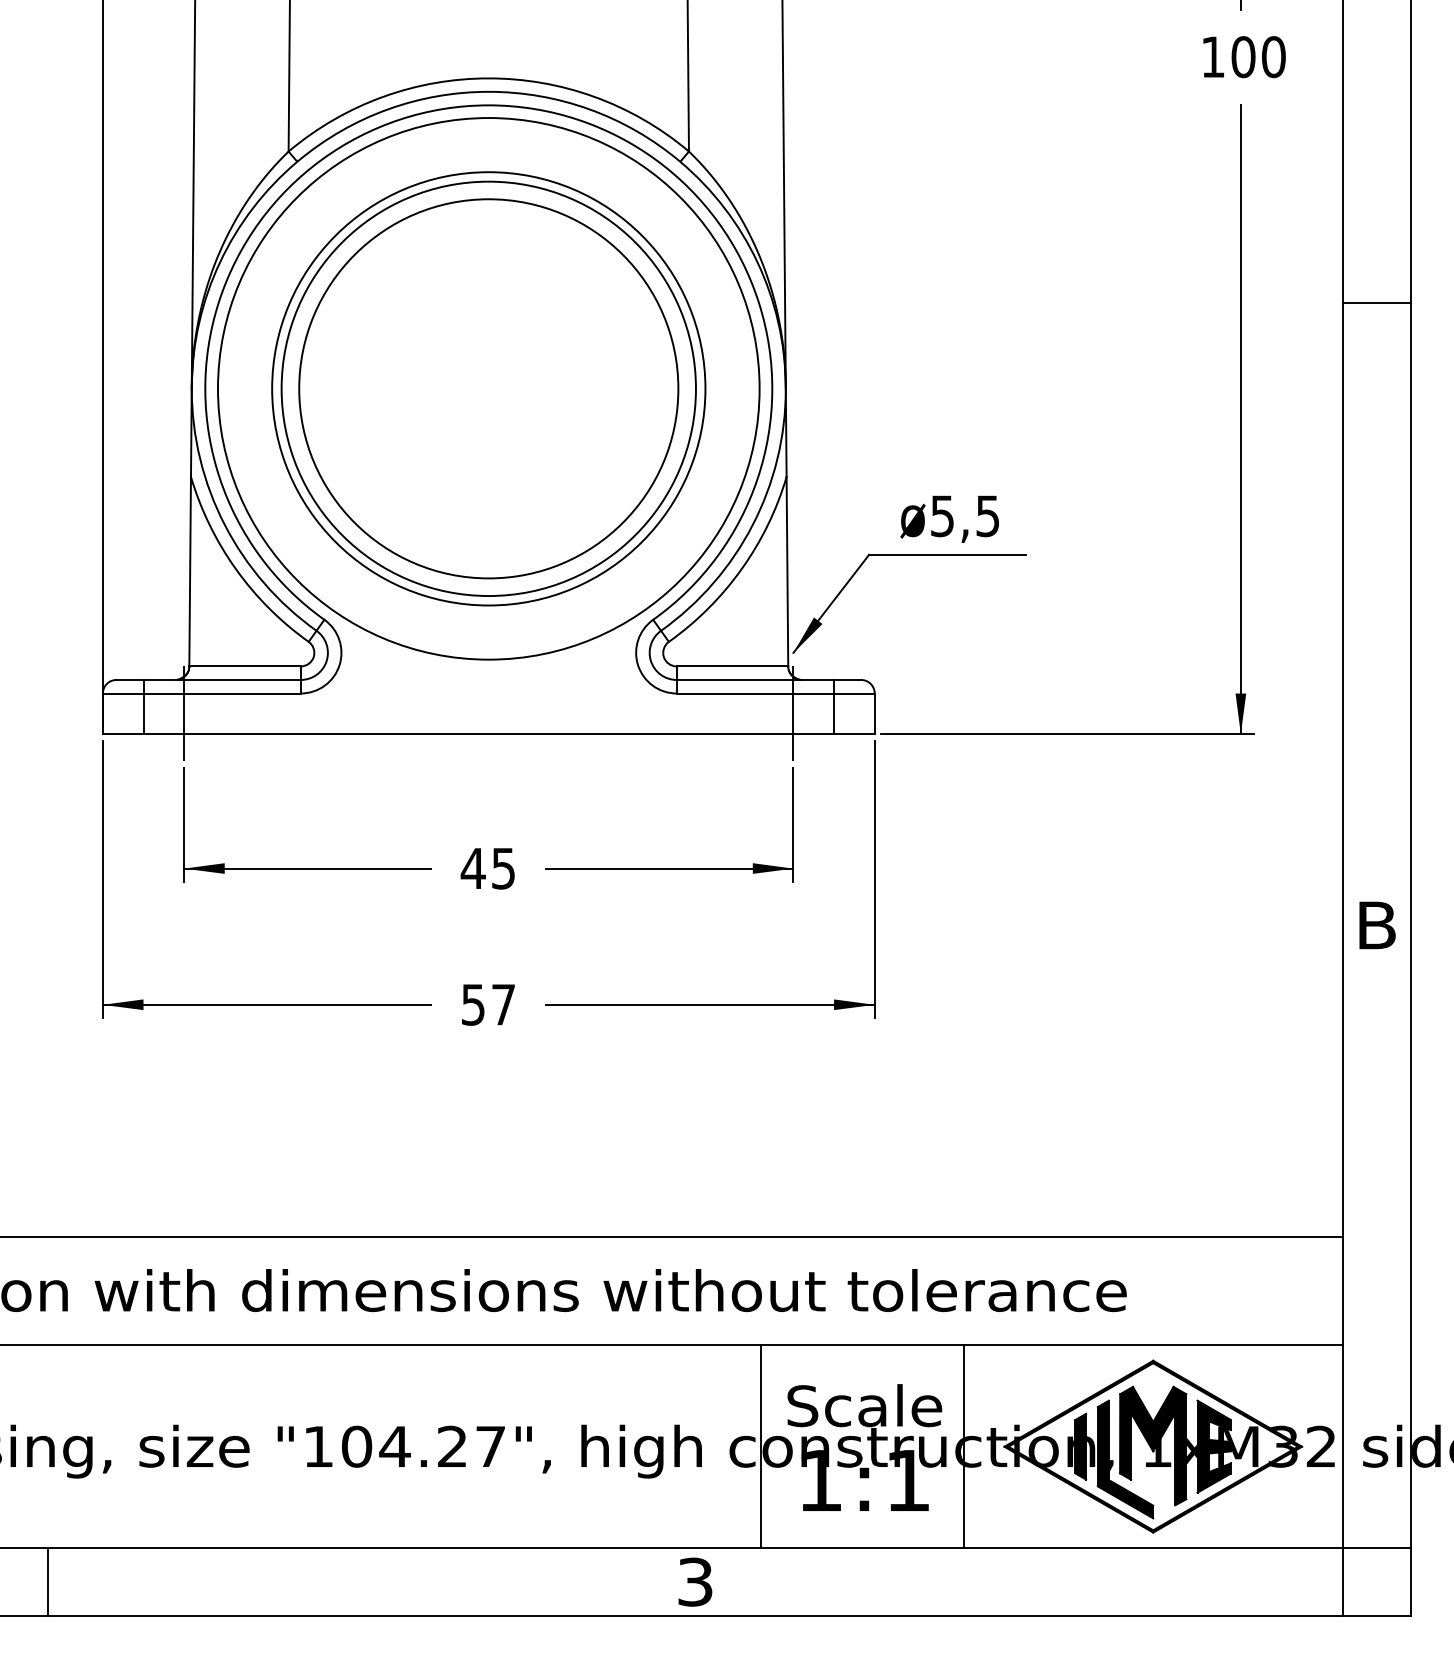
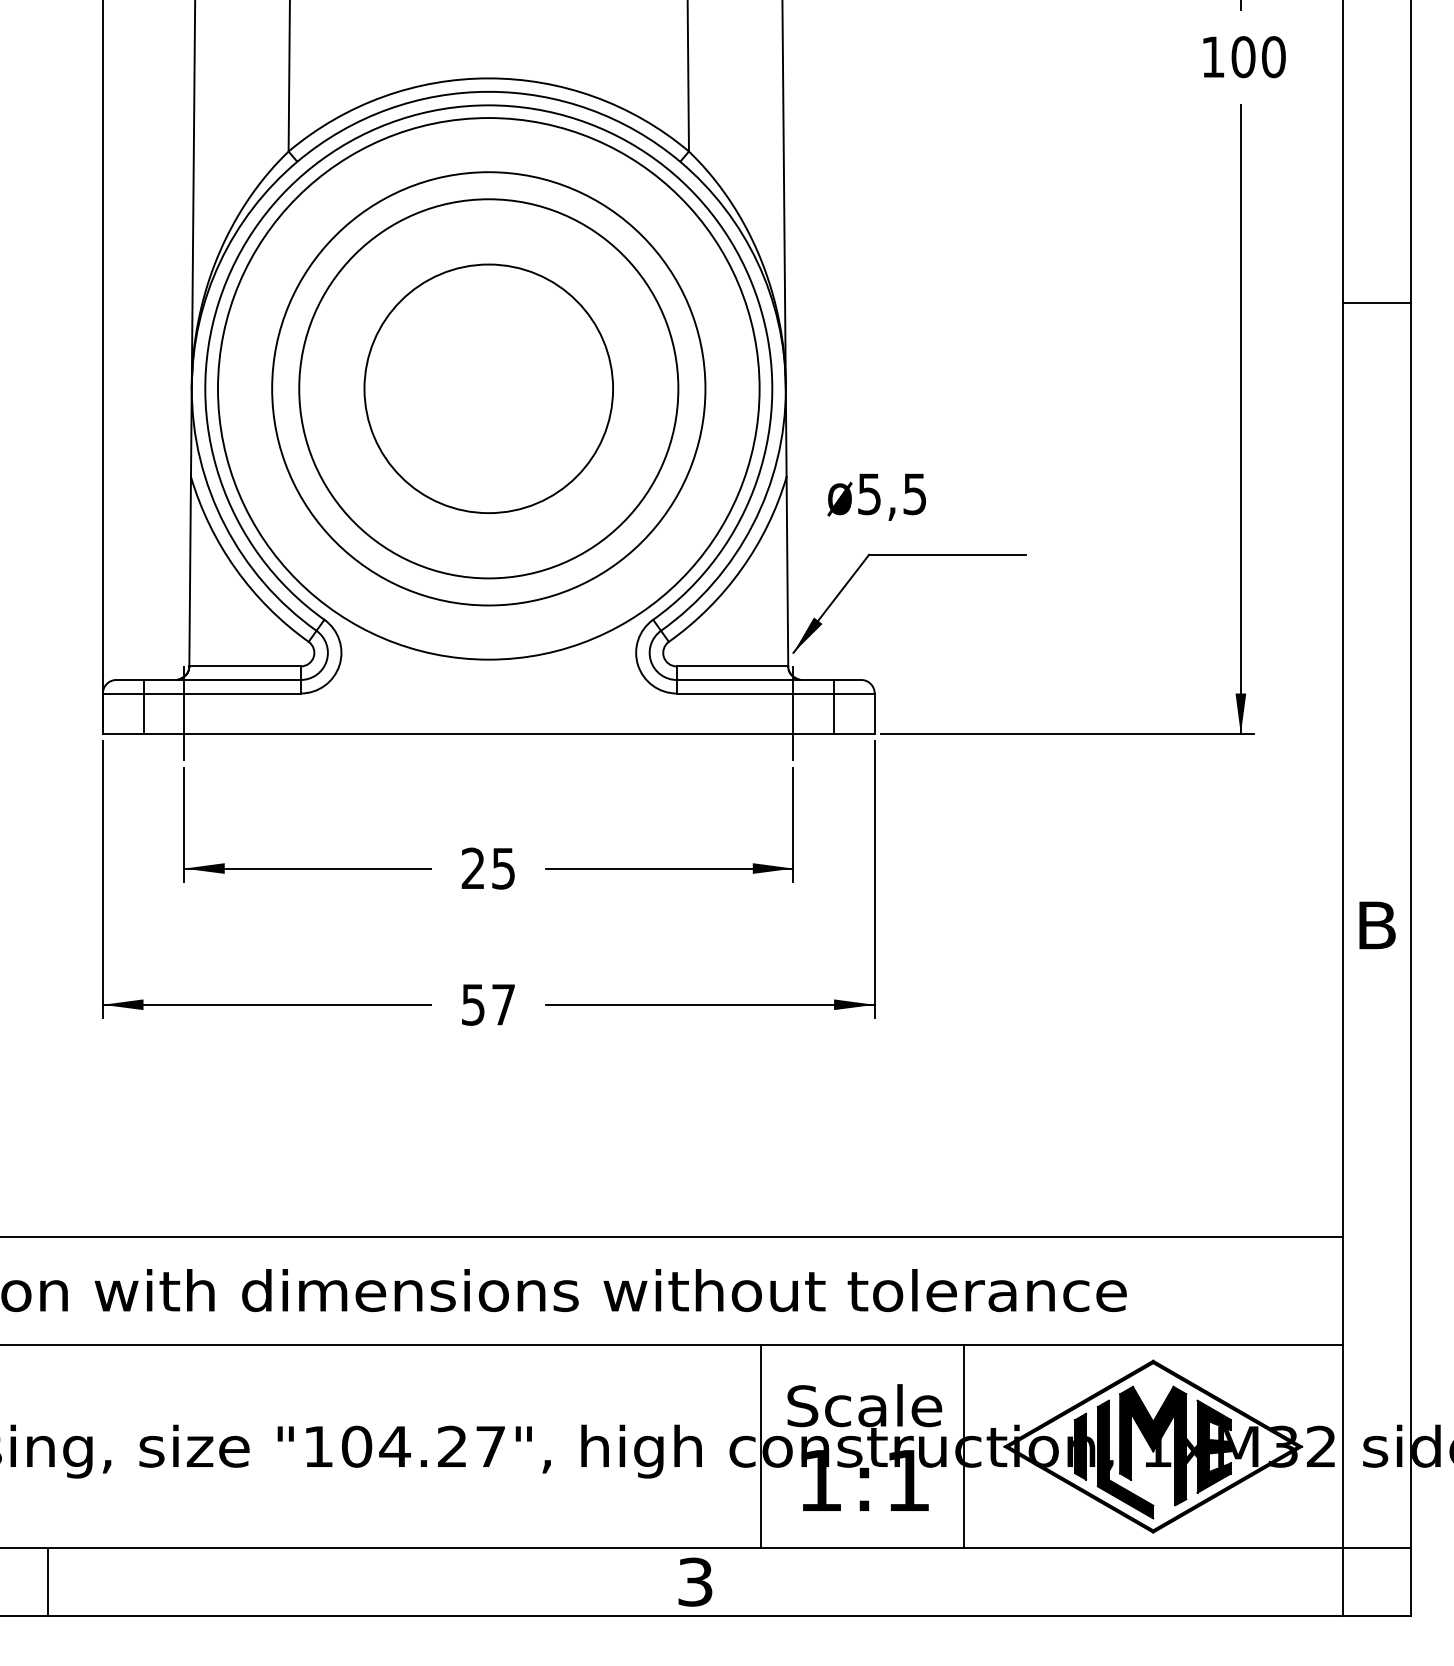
circle at (488, 388) diameter: 414 px -> 249 px
text at (949, 518) position: (949, 518) -> (876, 496)
text at (472, 867): 45 -> 25
